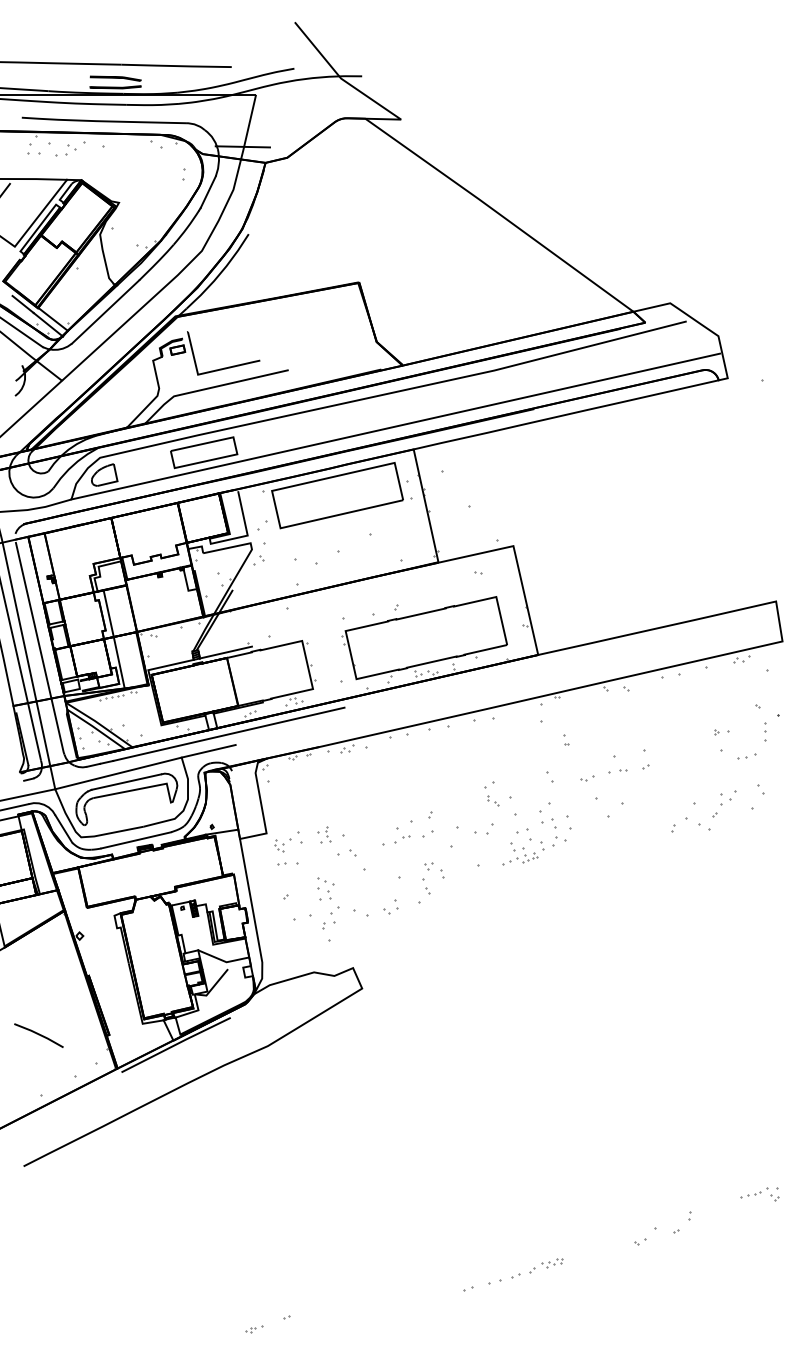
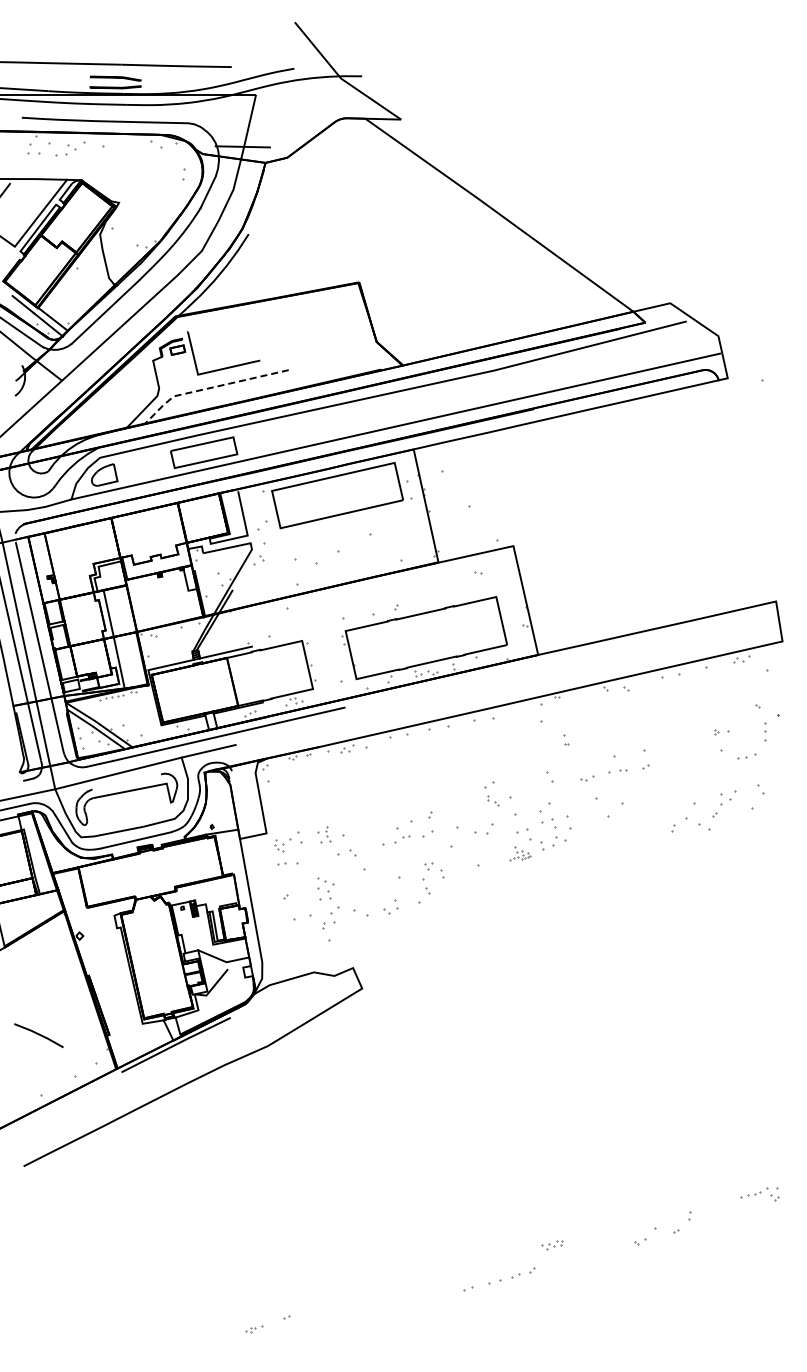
line at (210, 387): solid -> dashed
line at (126, 781): present -> none
part at (520, 853) size: 37x24 px -> 23x16 px
part at (552, 1263) position: (552, 1263) -> (552, 1245)
